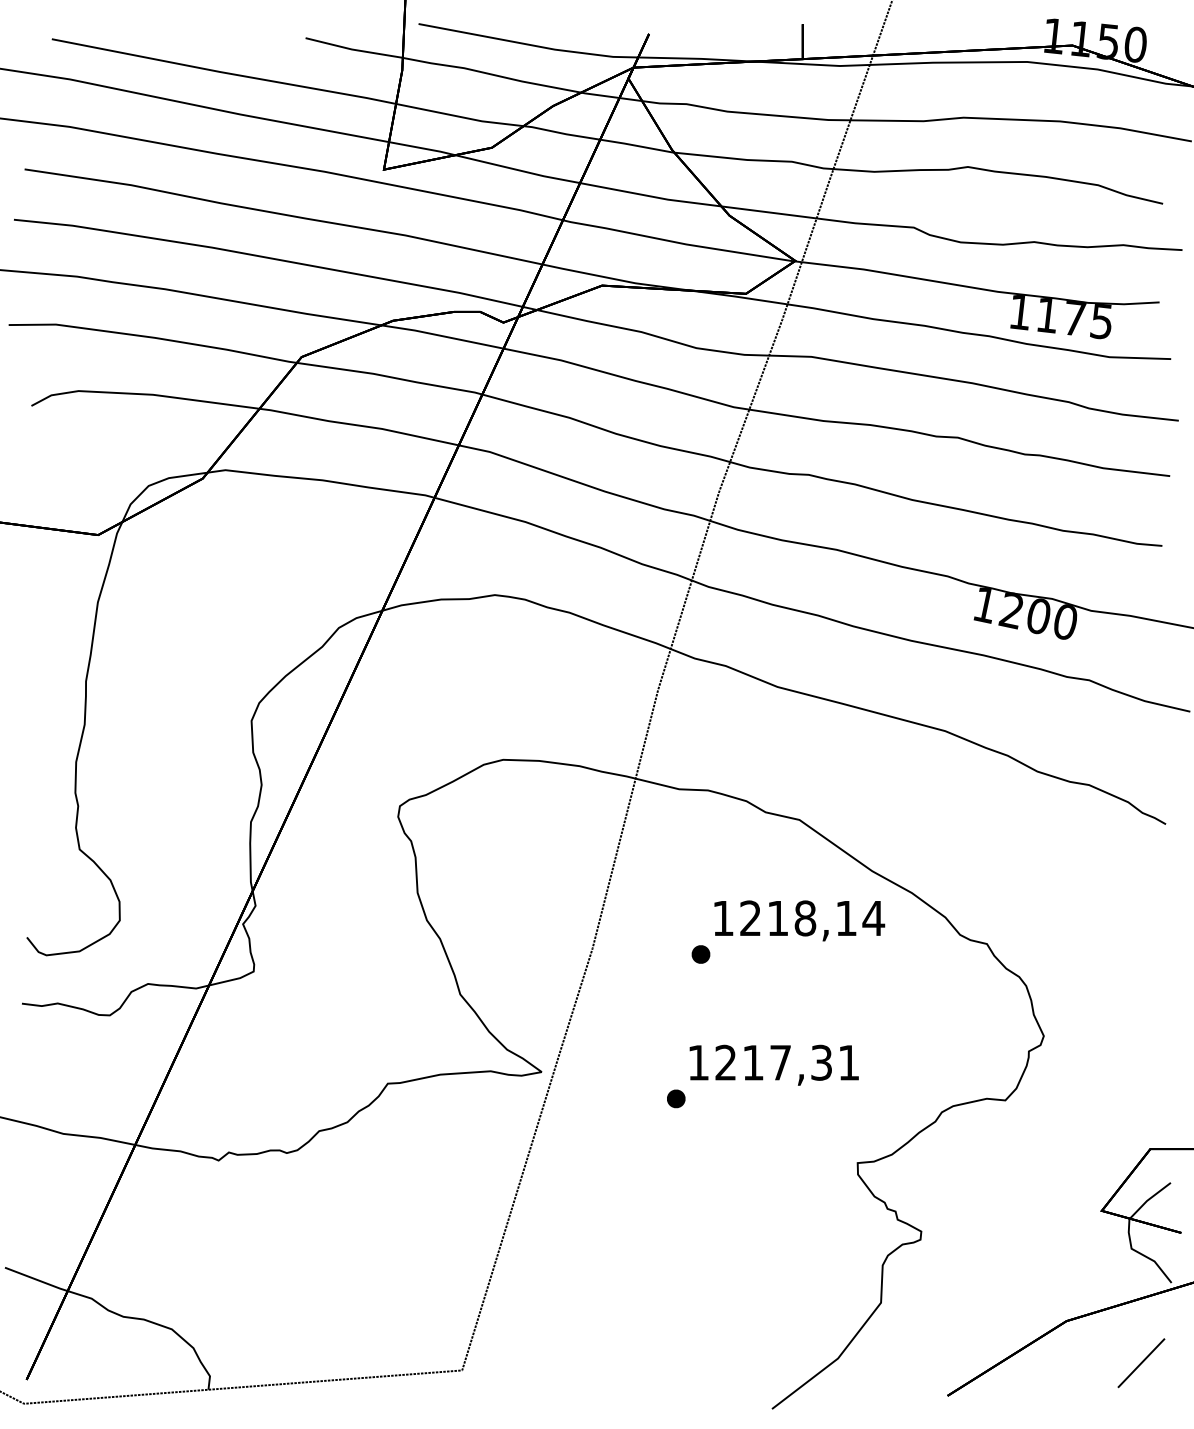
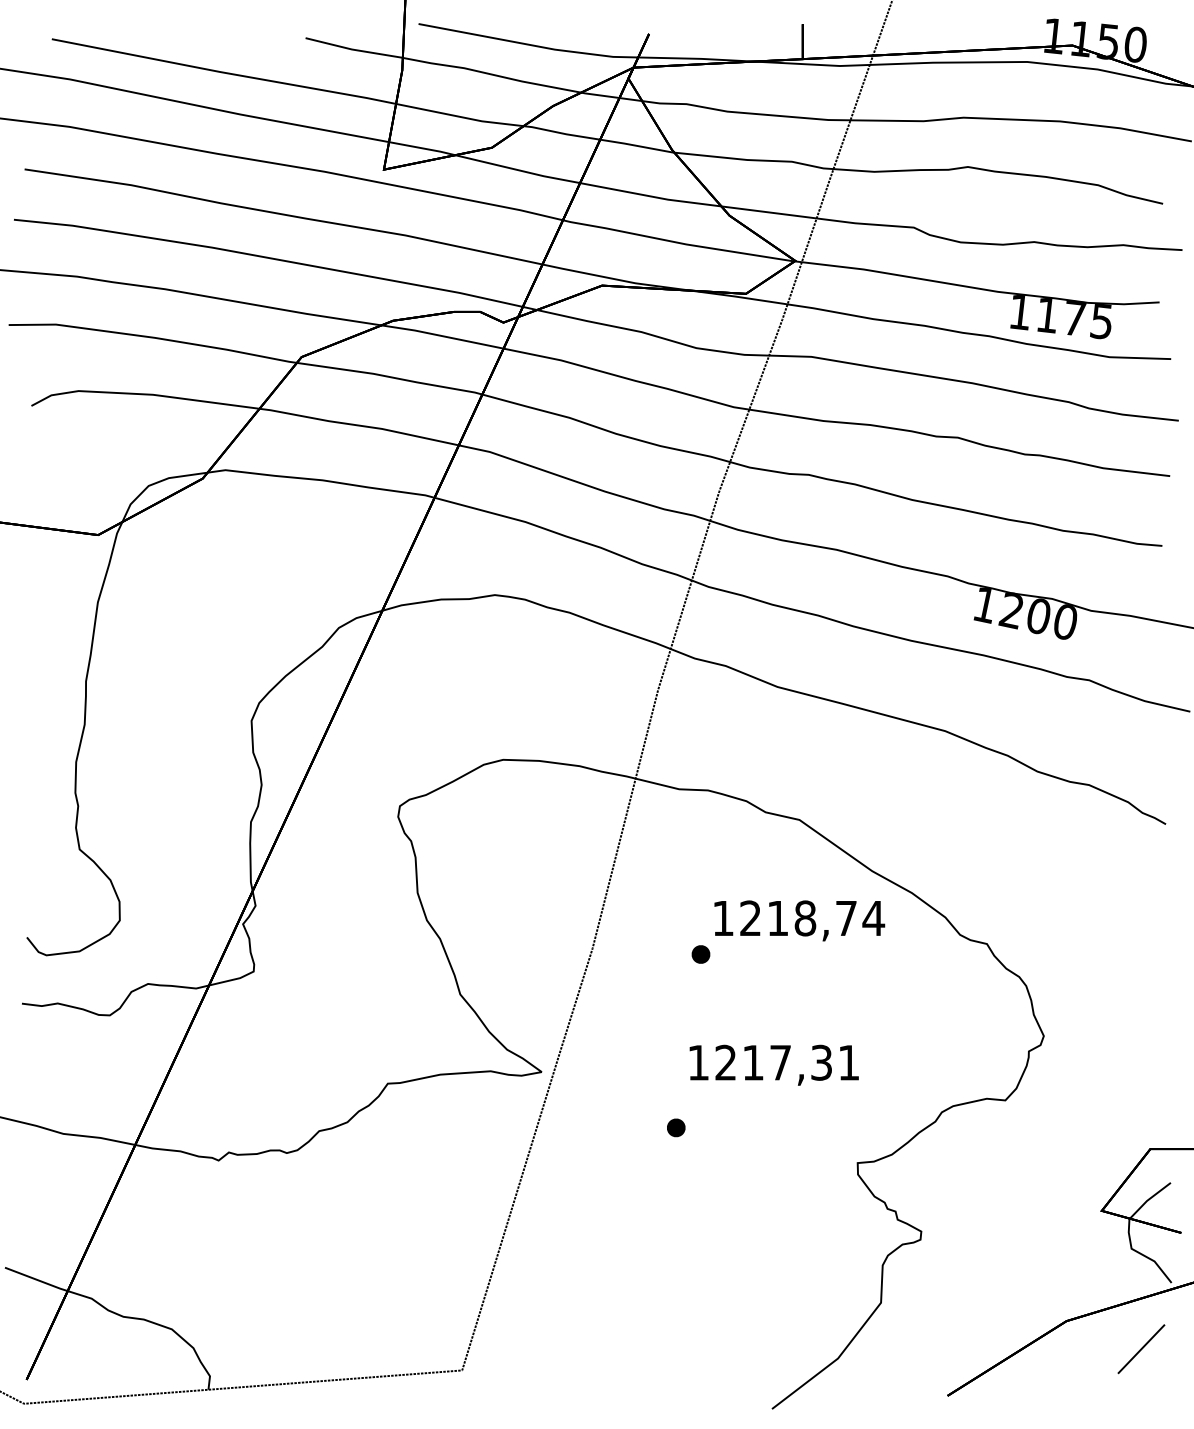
text at (846, 918): 1218,14 -> 1218,74
part at (676, 1098) position: (676, 1098) -> (676, 1127)
line at (1141, 1363) position: (1141, 1363) -> (1141, 1349)
